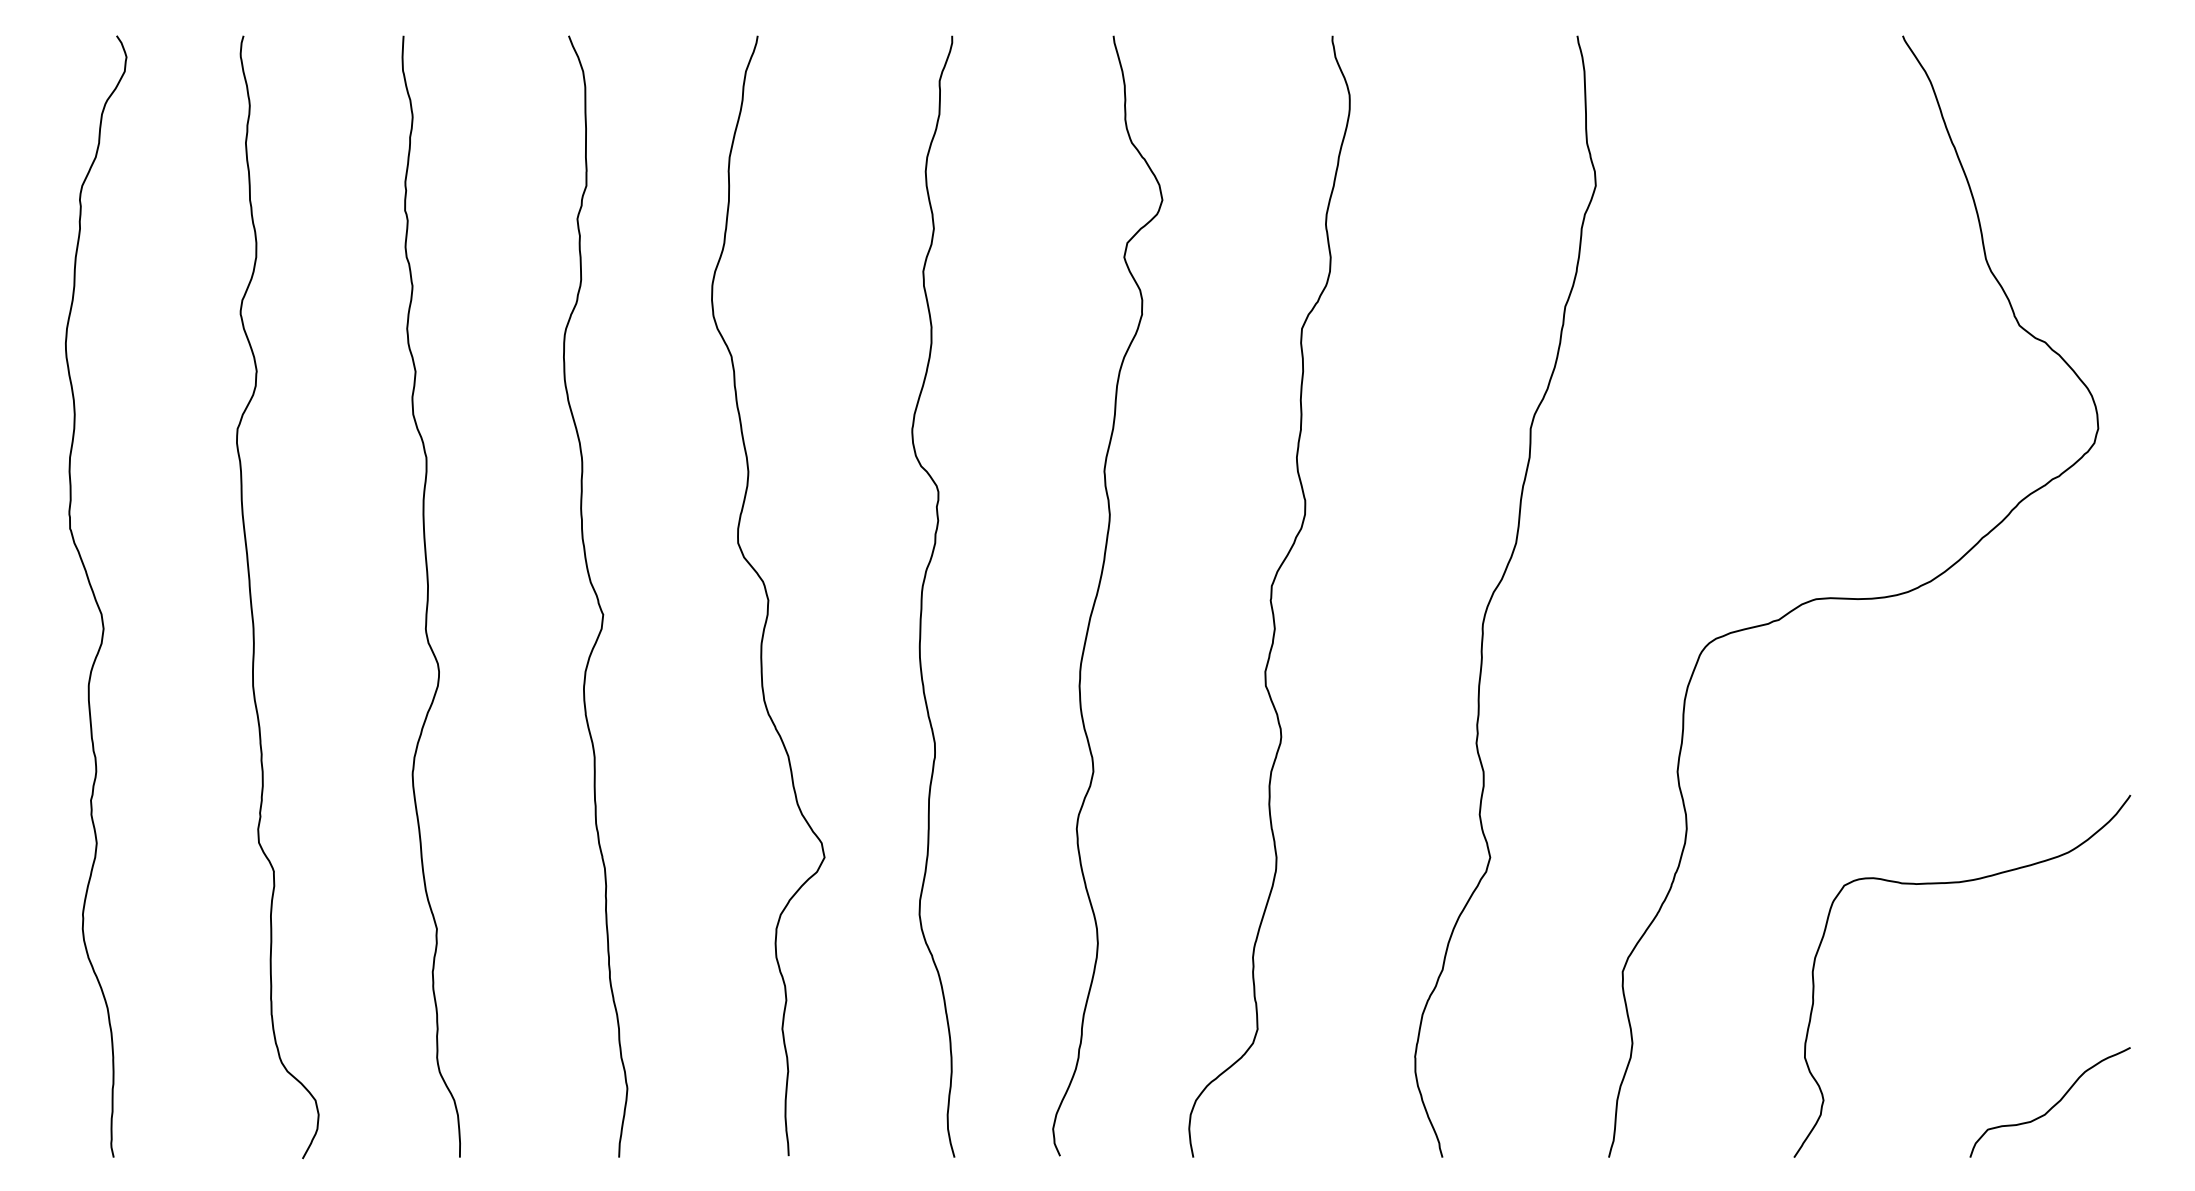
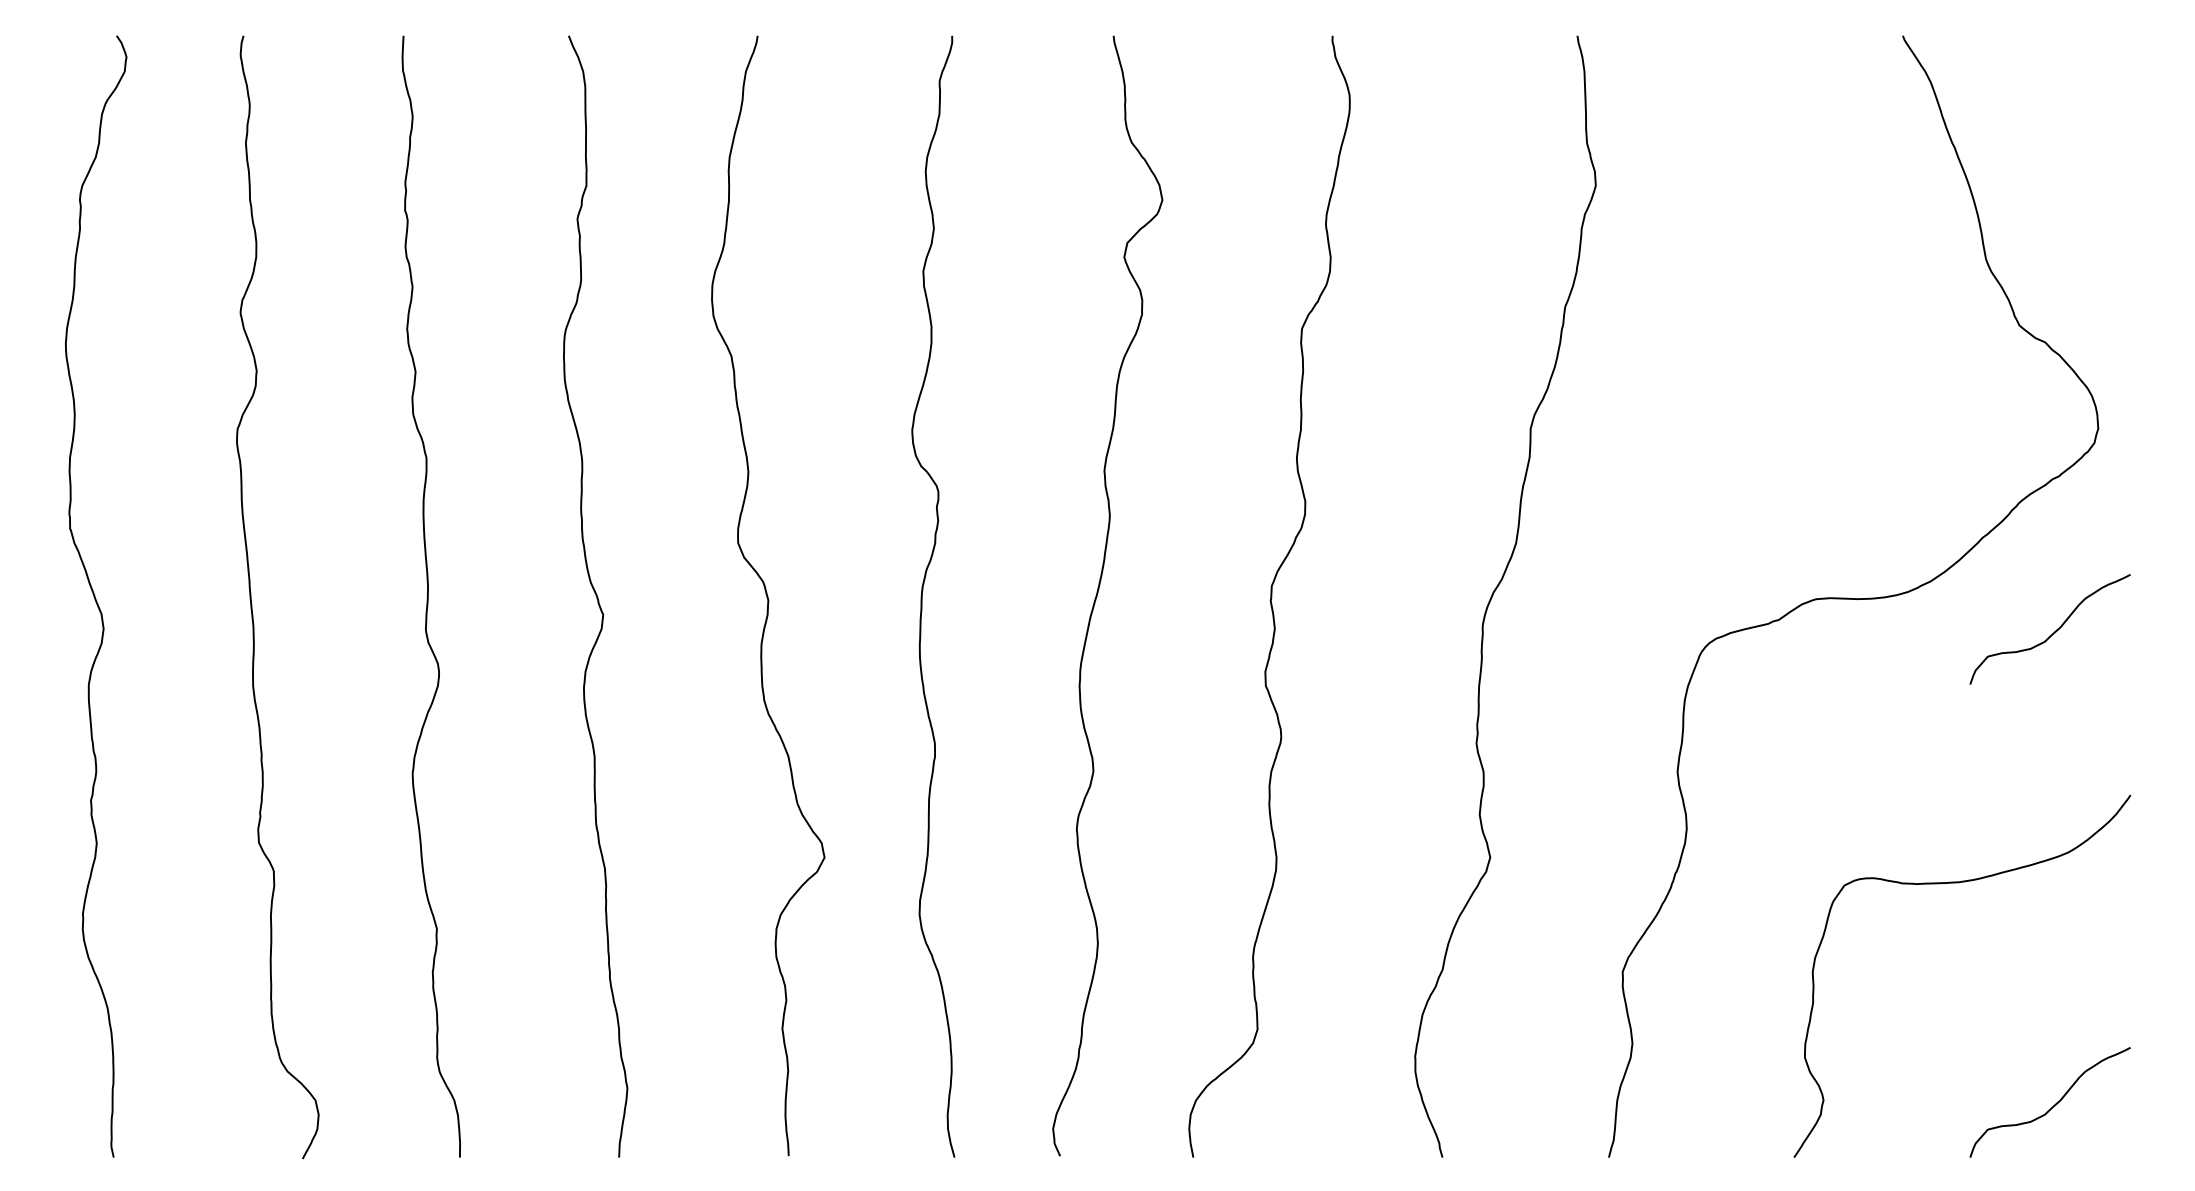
curve at (2053, 632): none -> present
